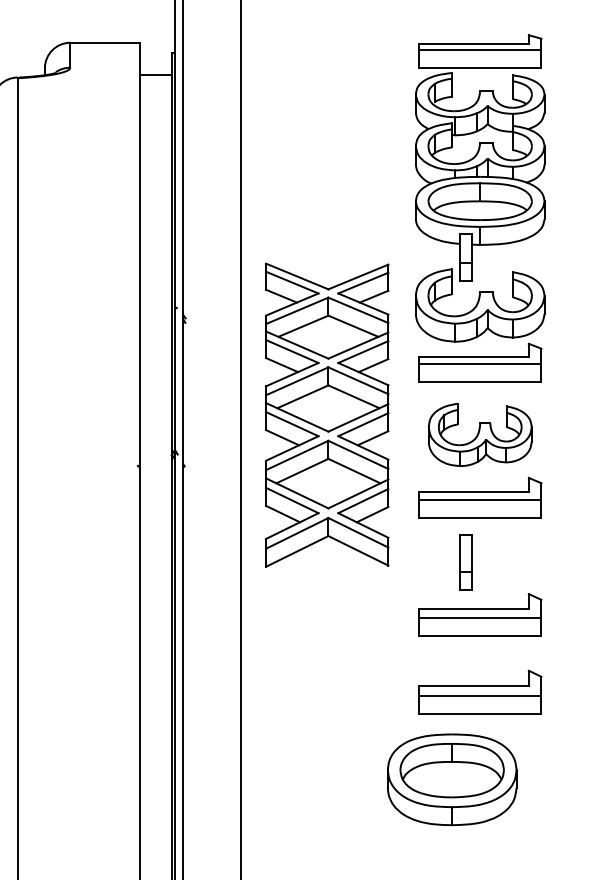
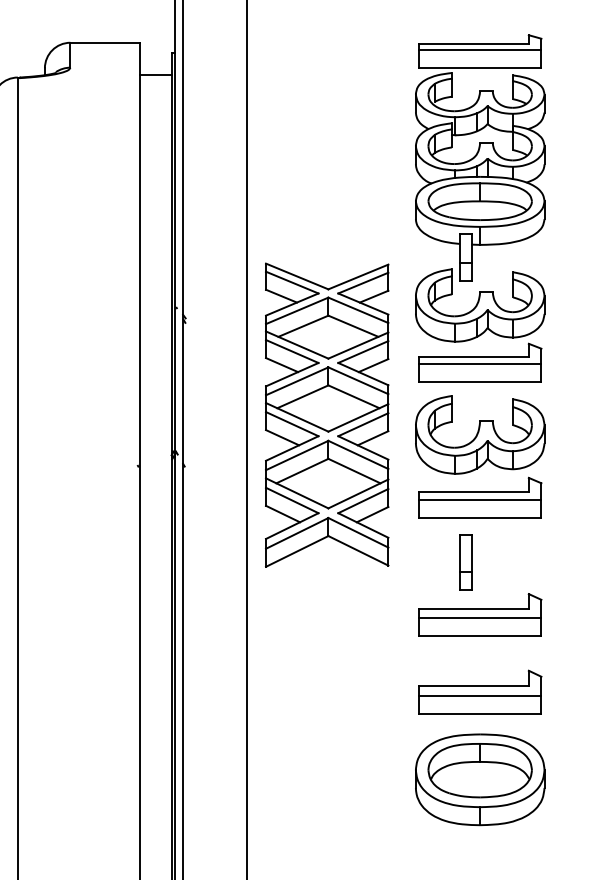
part at (480, 434) size: 105x64 px -> 131x80 px
line at (240, 439) position: (240, 439) -> (246, 439)
part at (452, 779) position: (452, 779) -> (480, 779)
